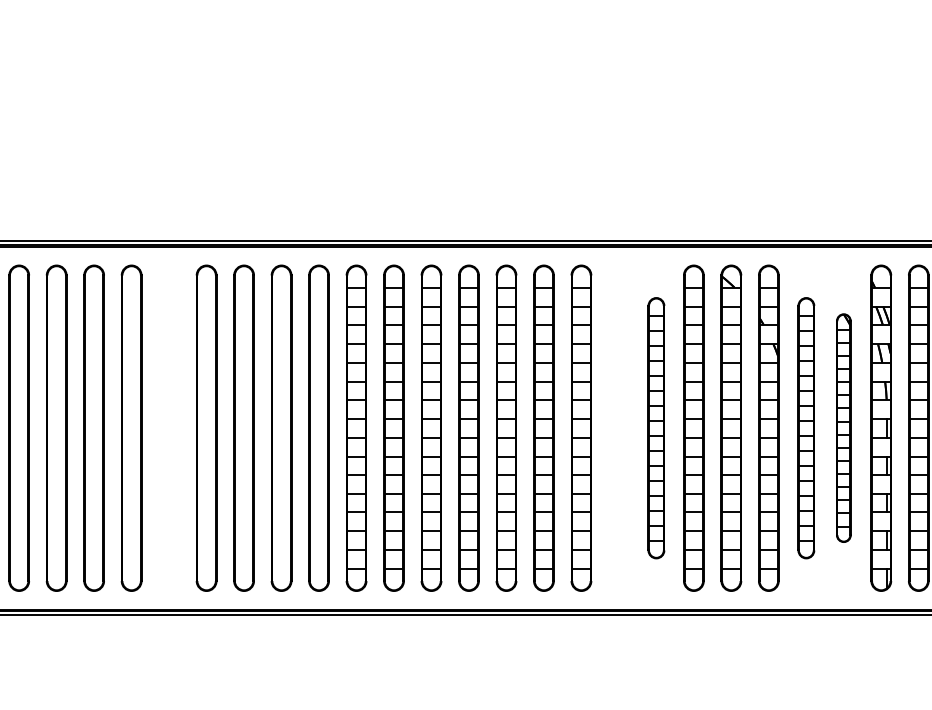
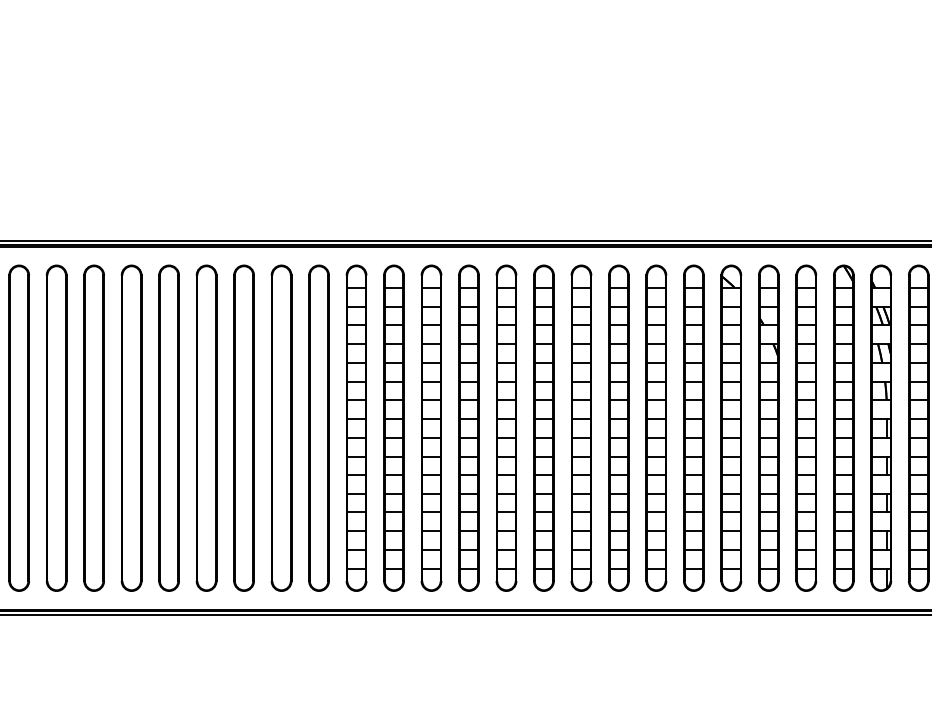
part at (168, 427): none -> present
part at (618, 427): none -> present
part at (843, 427) size: 16x230 px -> 22x328 px
part at (656, 428) size: 19x263 px -> 23x328 px
part at (806, 428) size: 19x263 px -> 23x328 px
